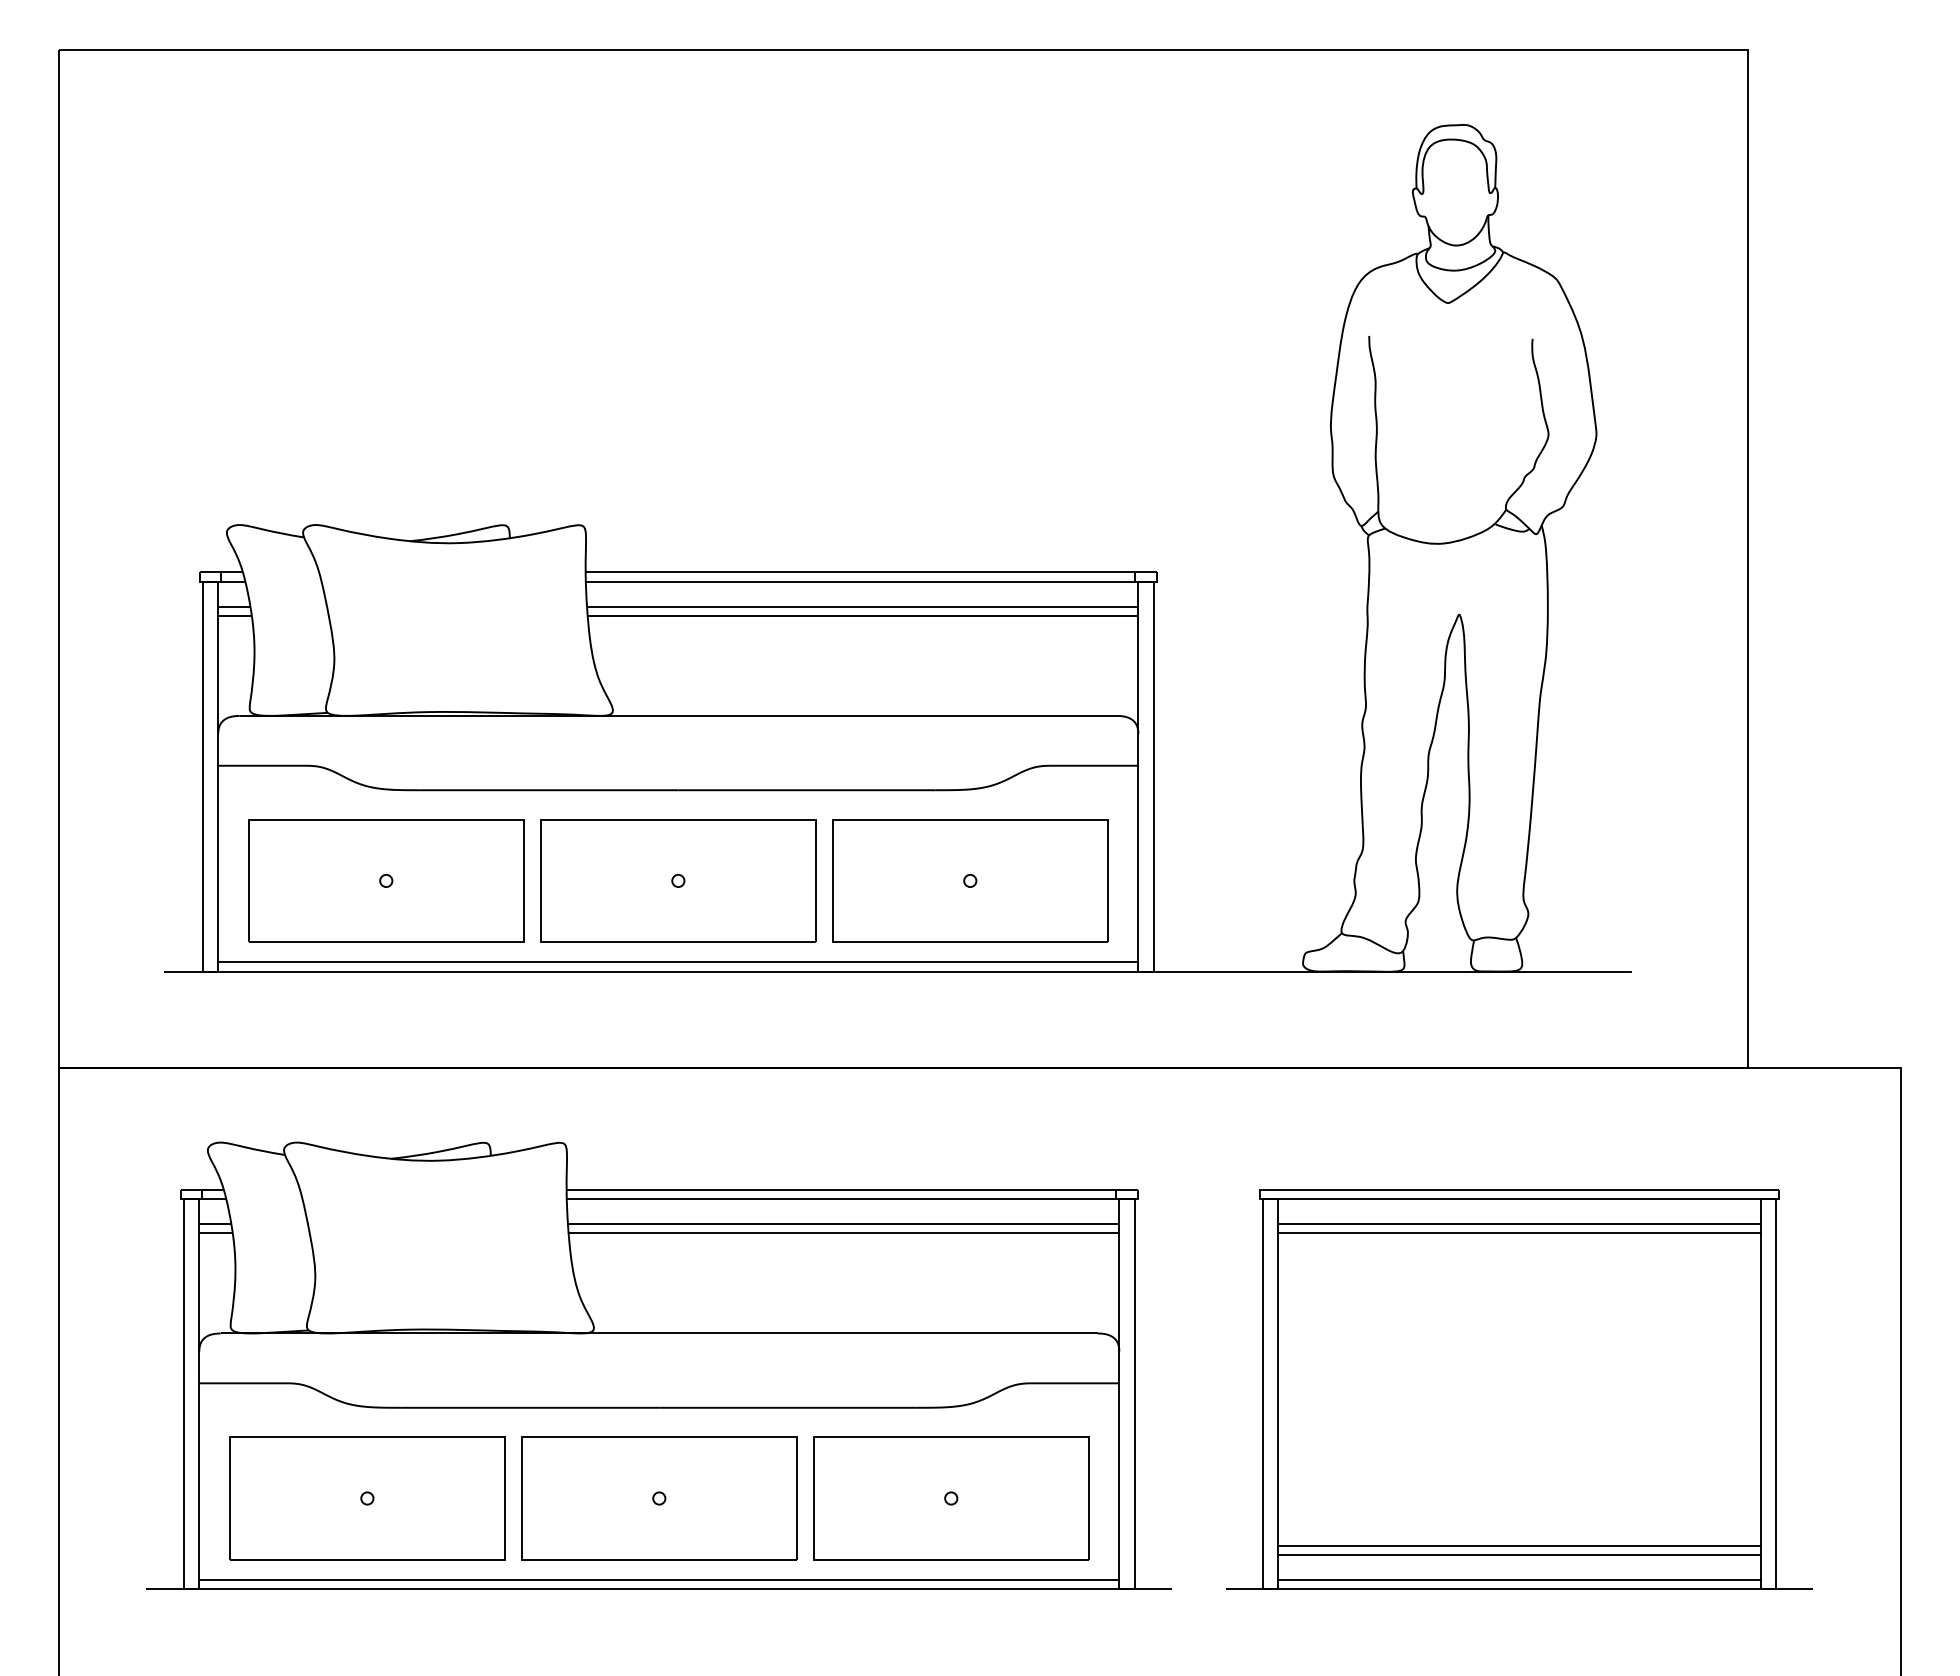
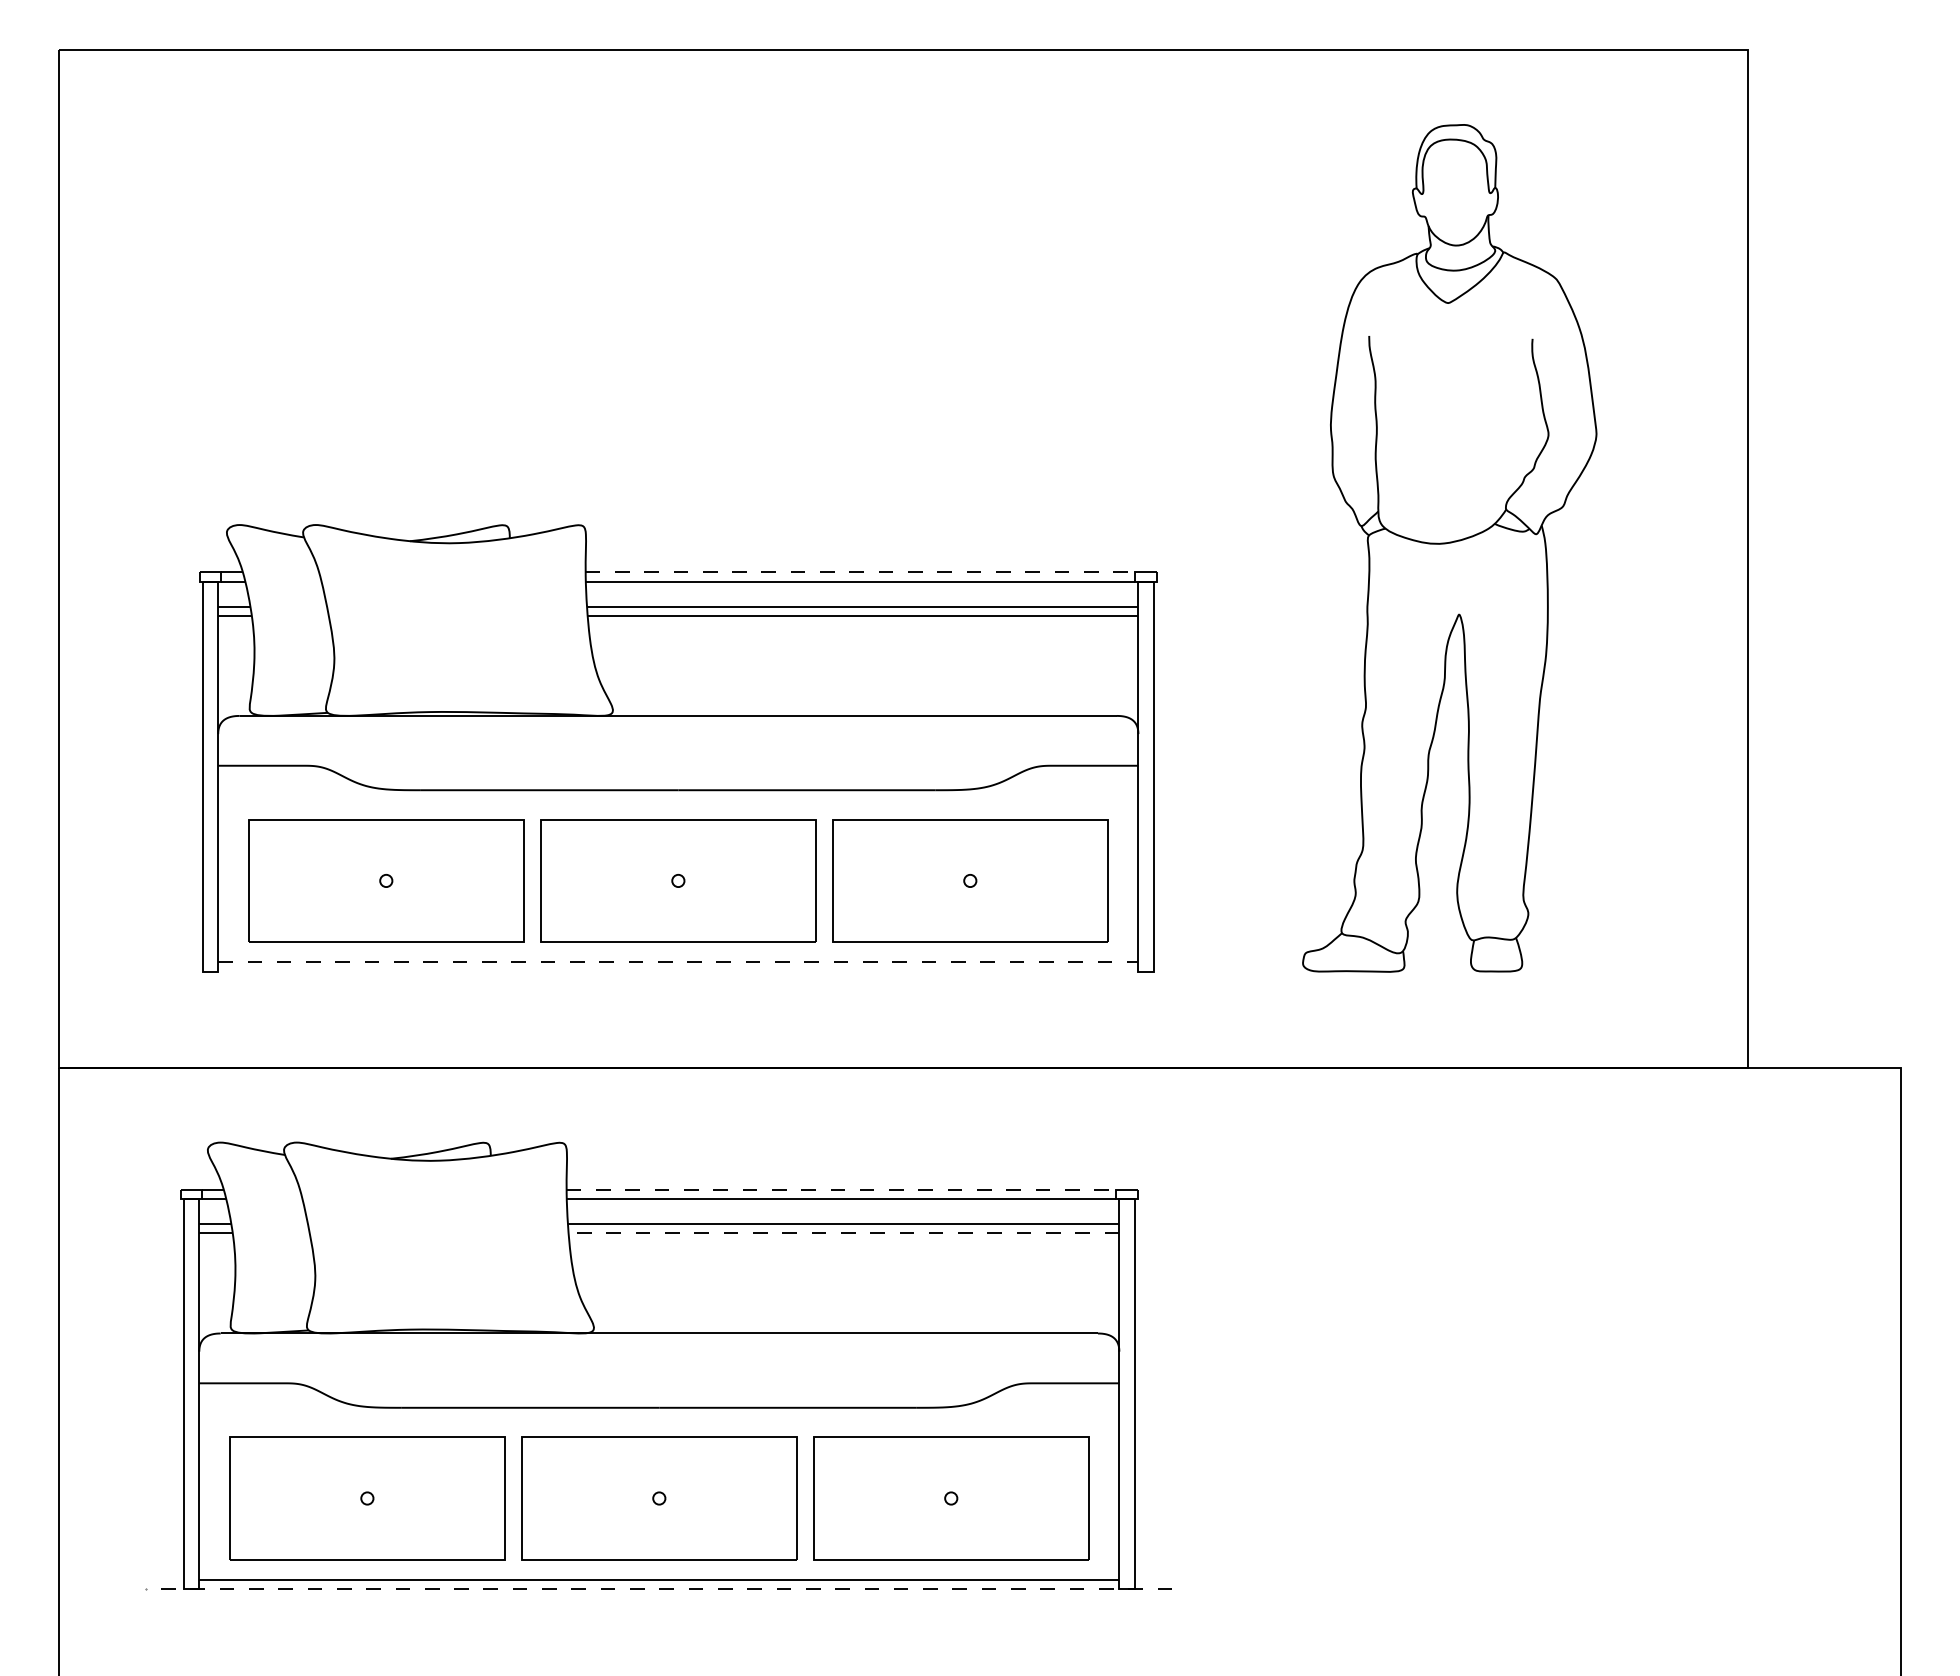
line at (860, 572): solid -> dashed
line at (678, 962): solid -> dashed
line at (897, 971): present -> none
line at (841, 1190): solid -> dashed
line at (843, 1233): solid -> dashed
part at (1519, 1389): present -> none
line at (659, 1589): solid -> dashed
